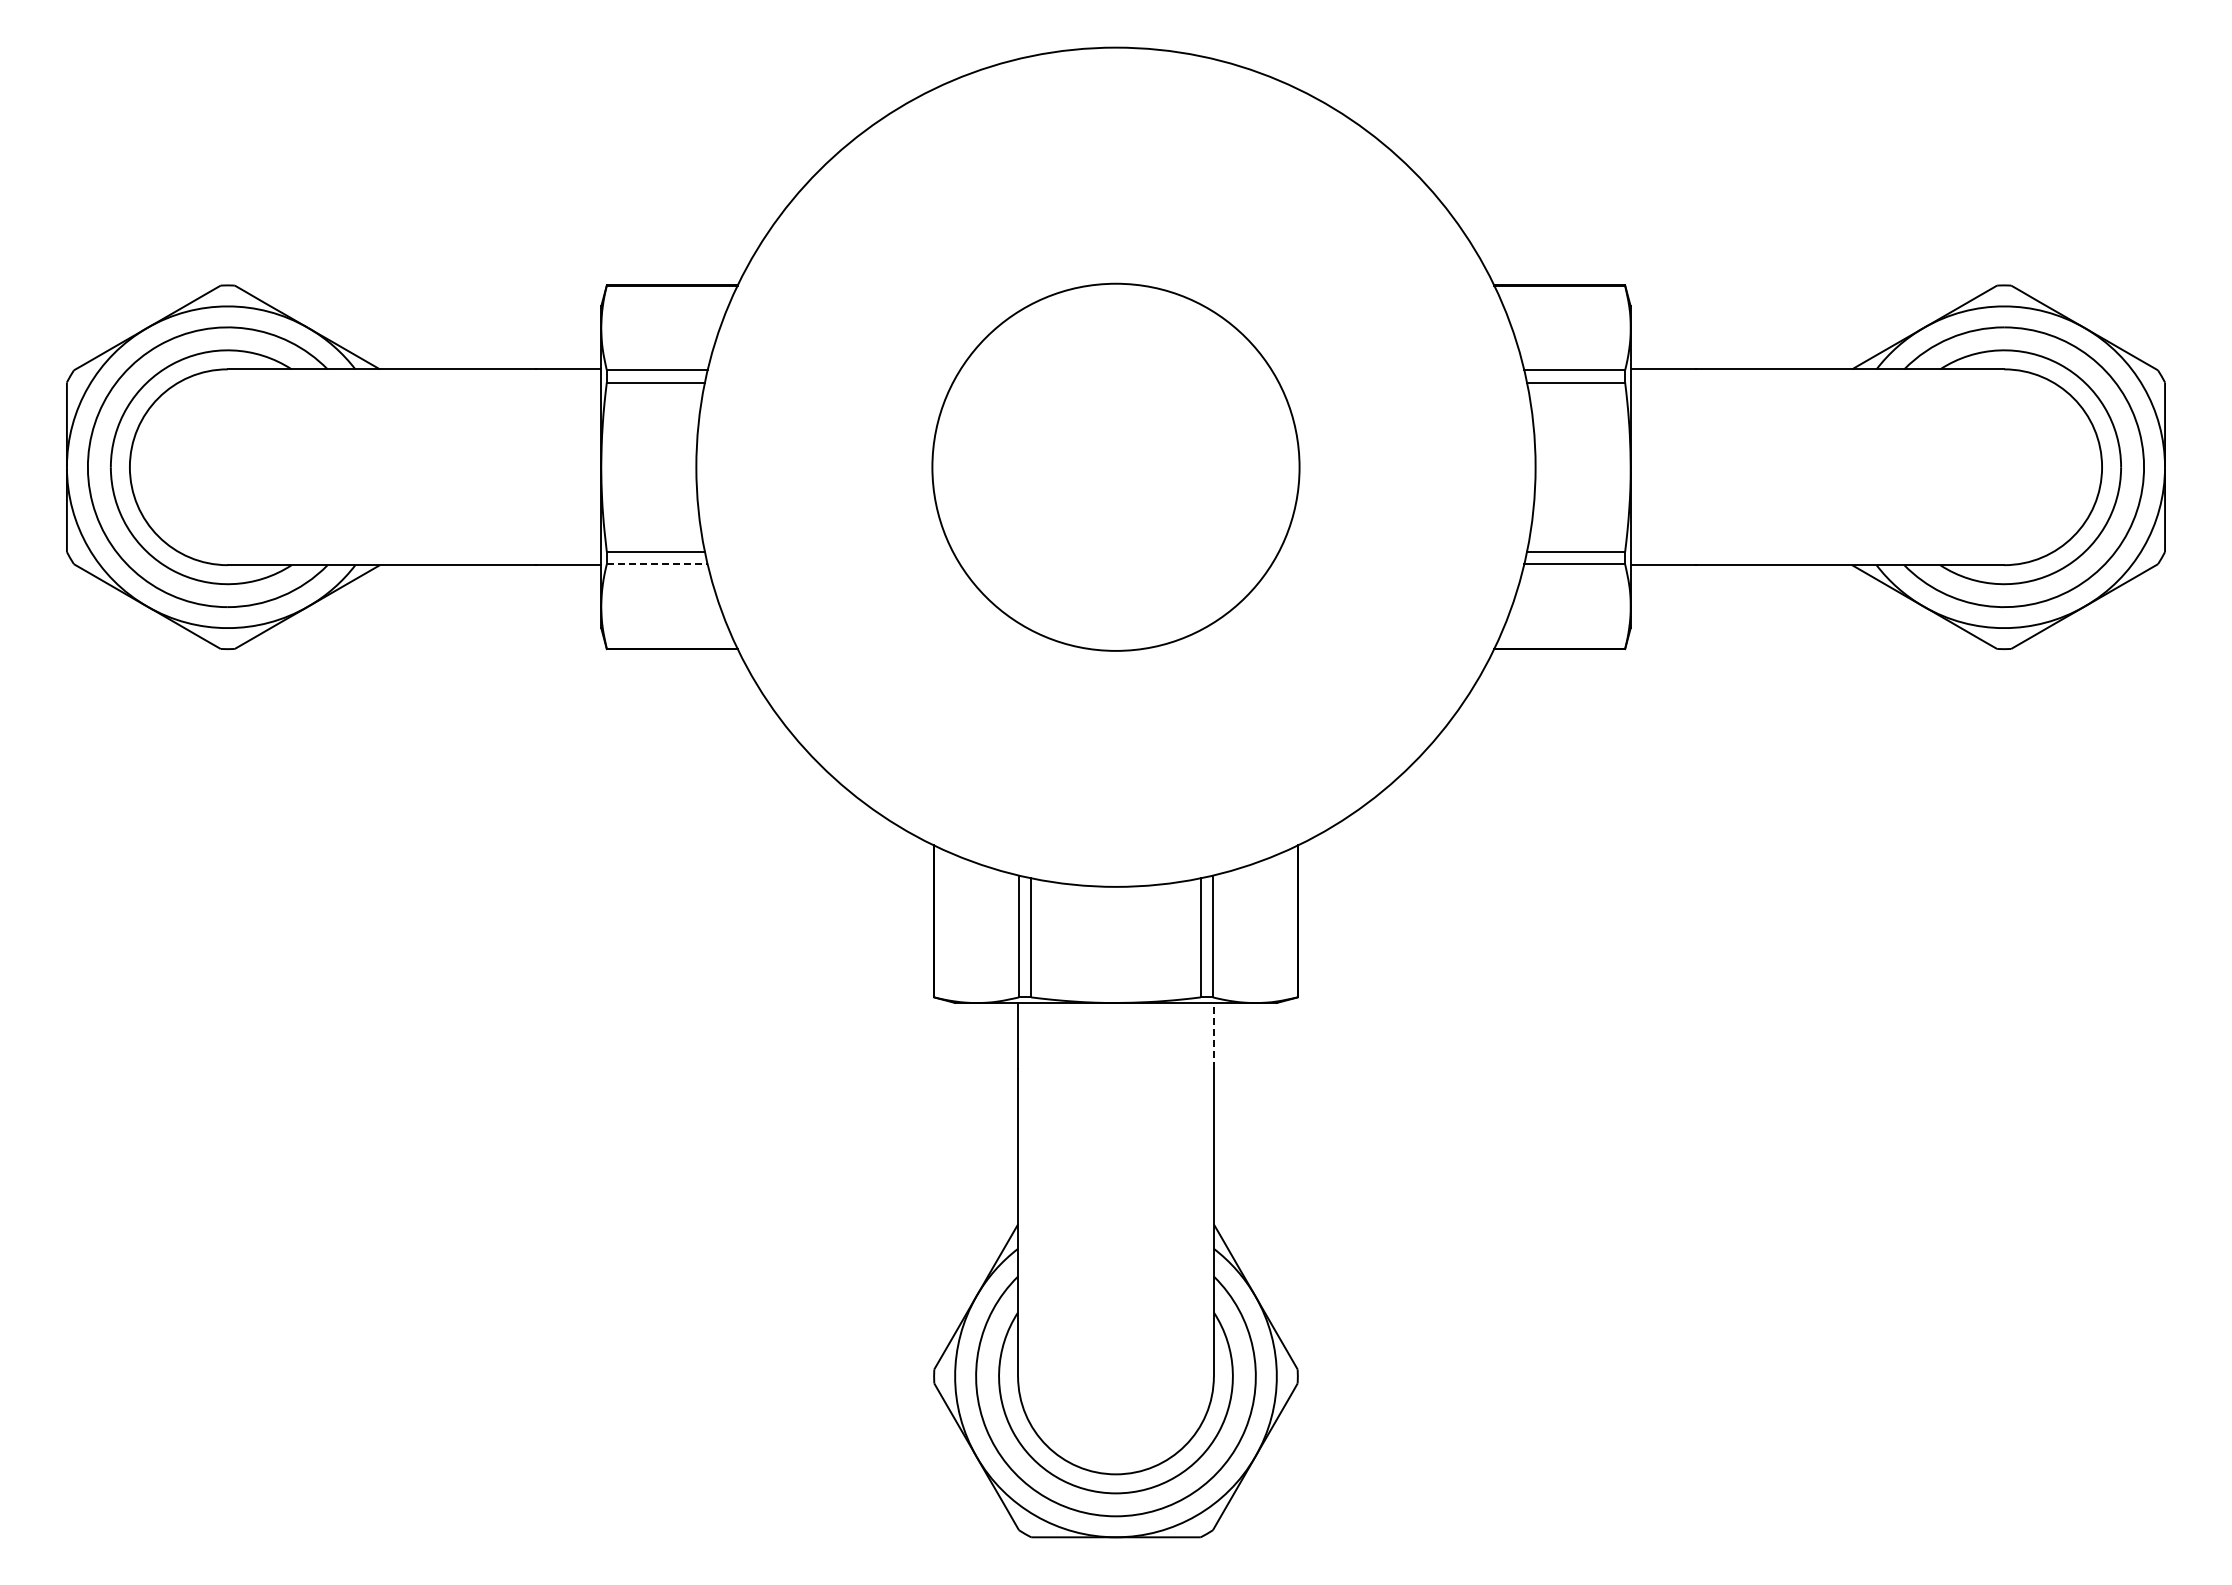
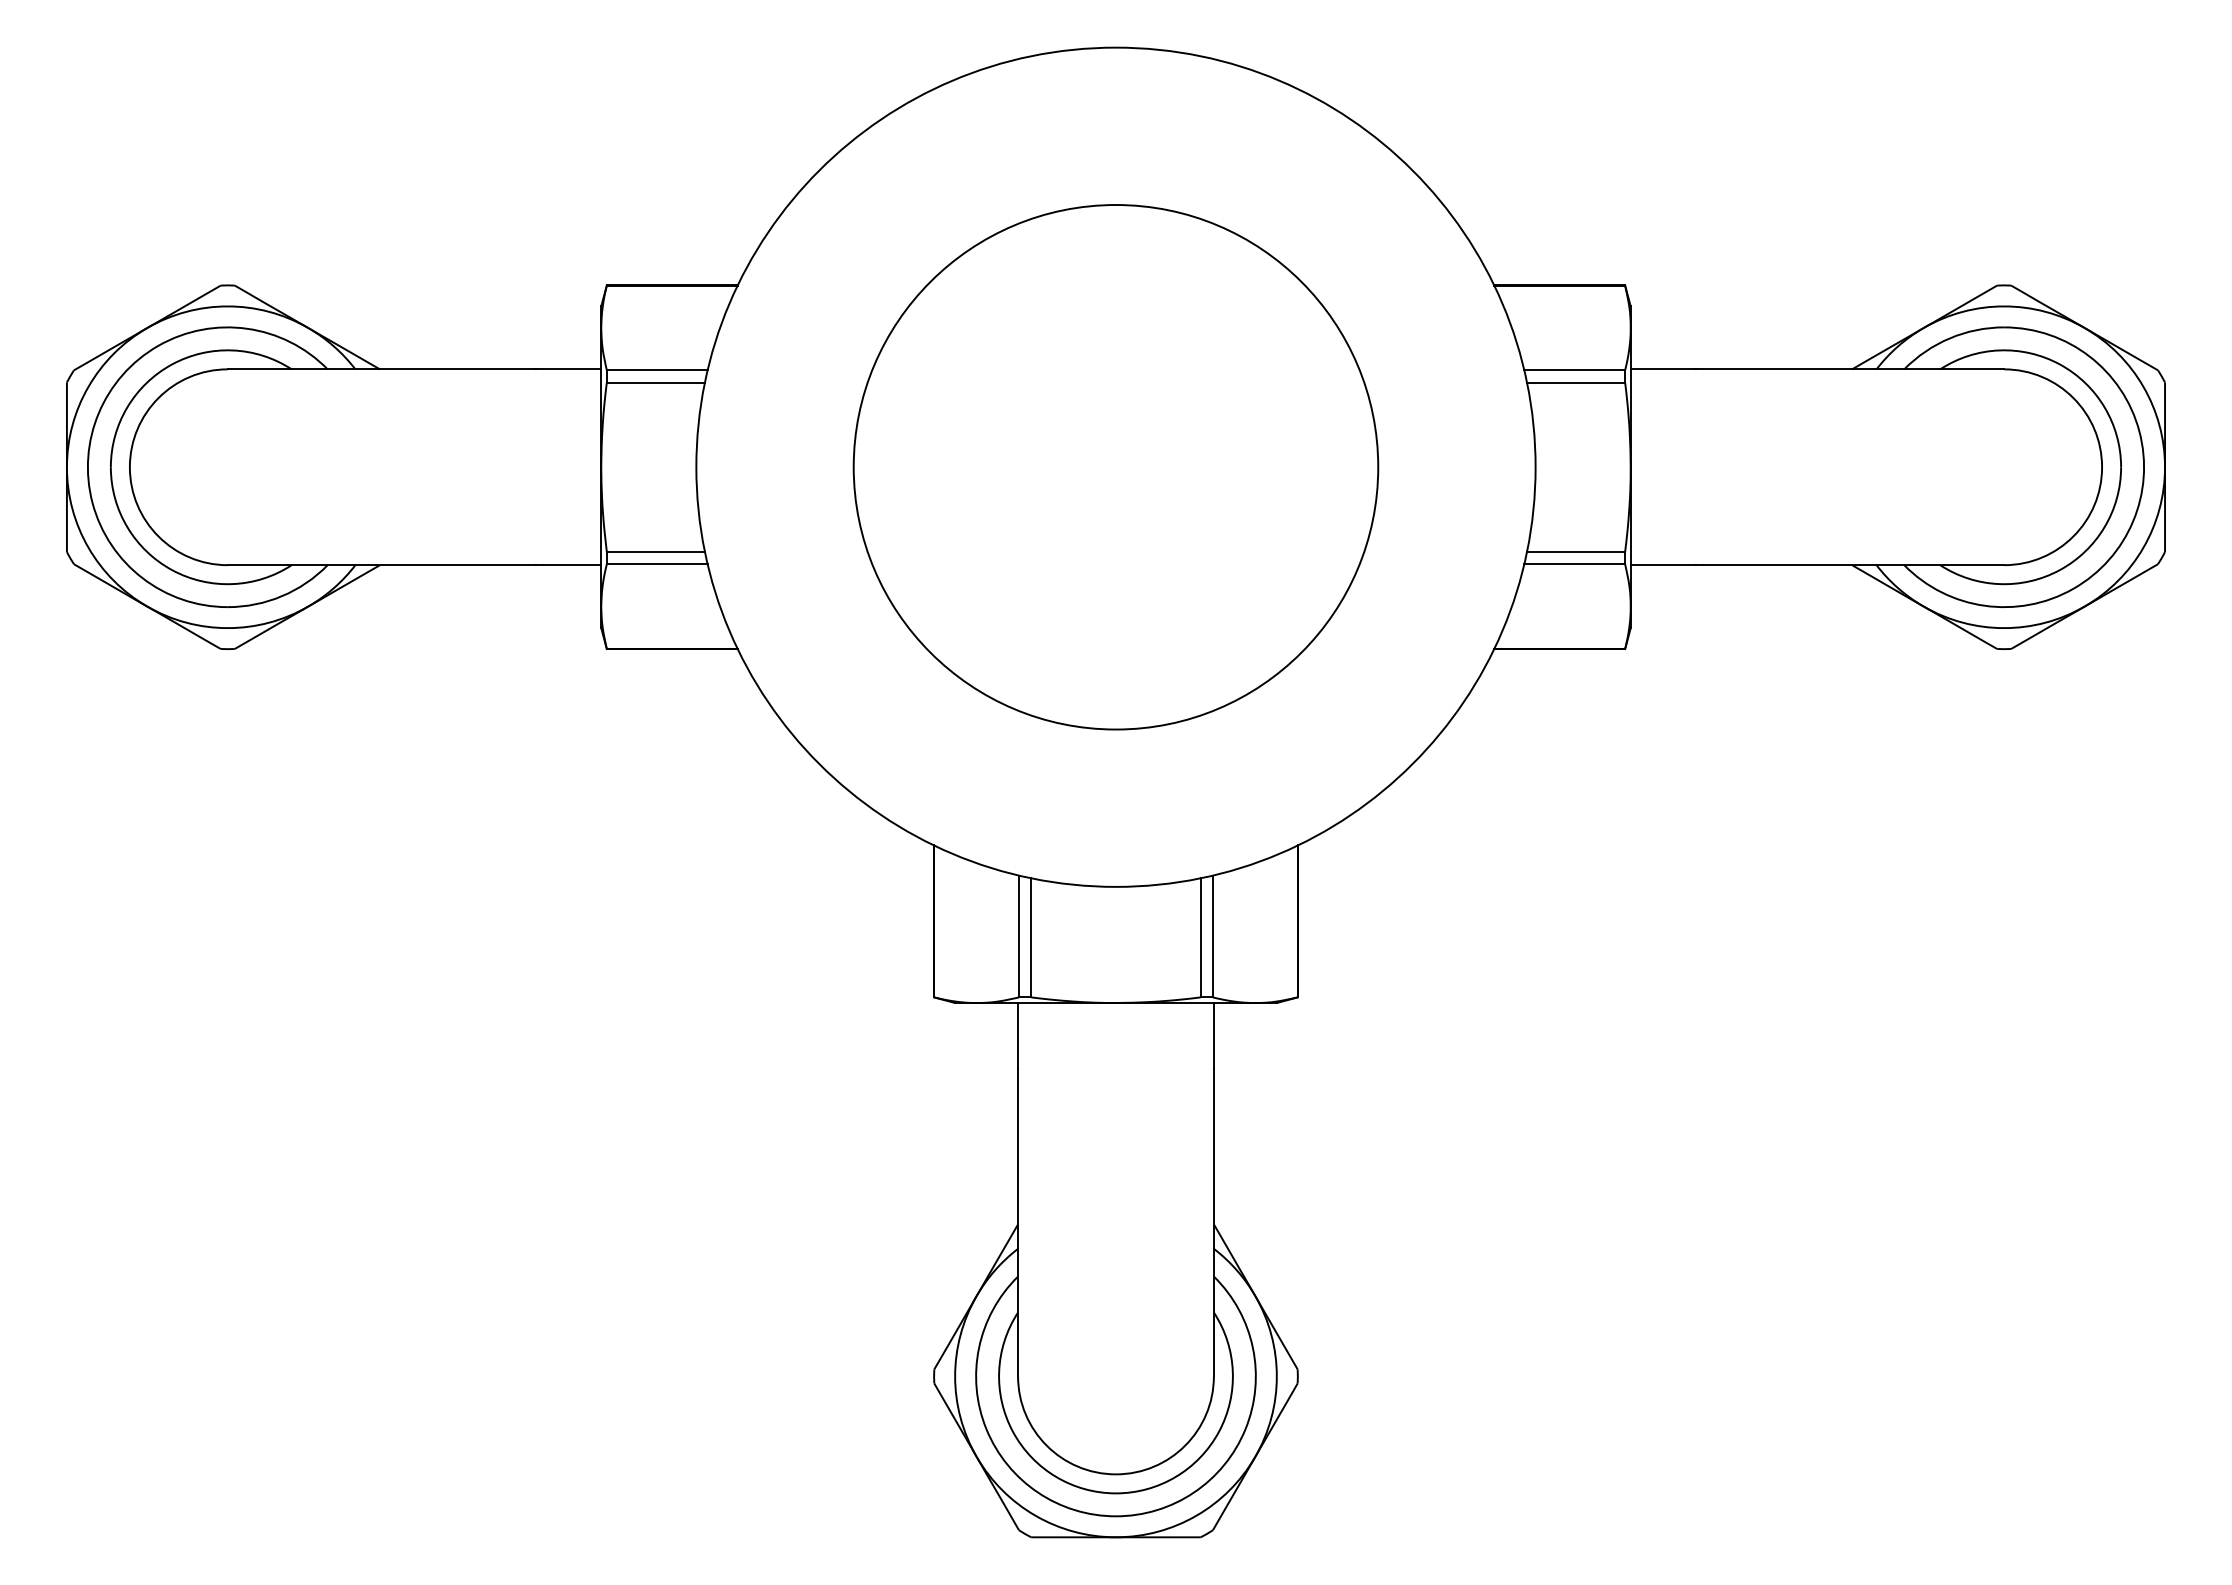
circle at (1115, 466) size: 370x370 px -> 528x527 px
line at (657, 564): dashed -> solid
line at (1213, 1035): dashed -> solid
